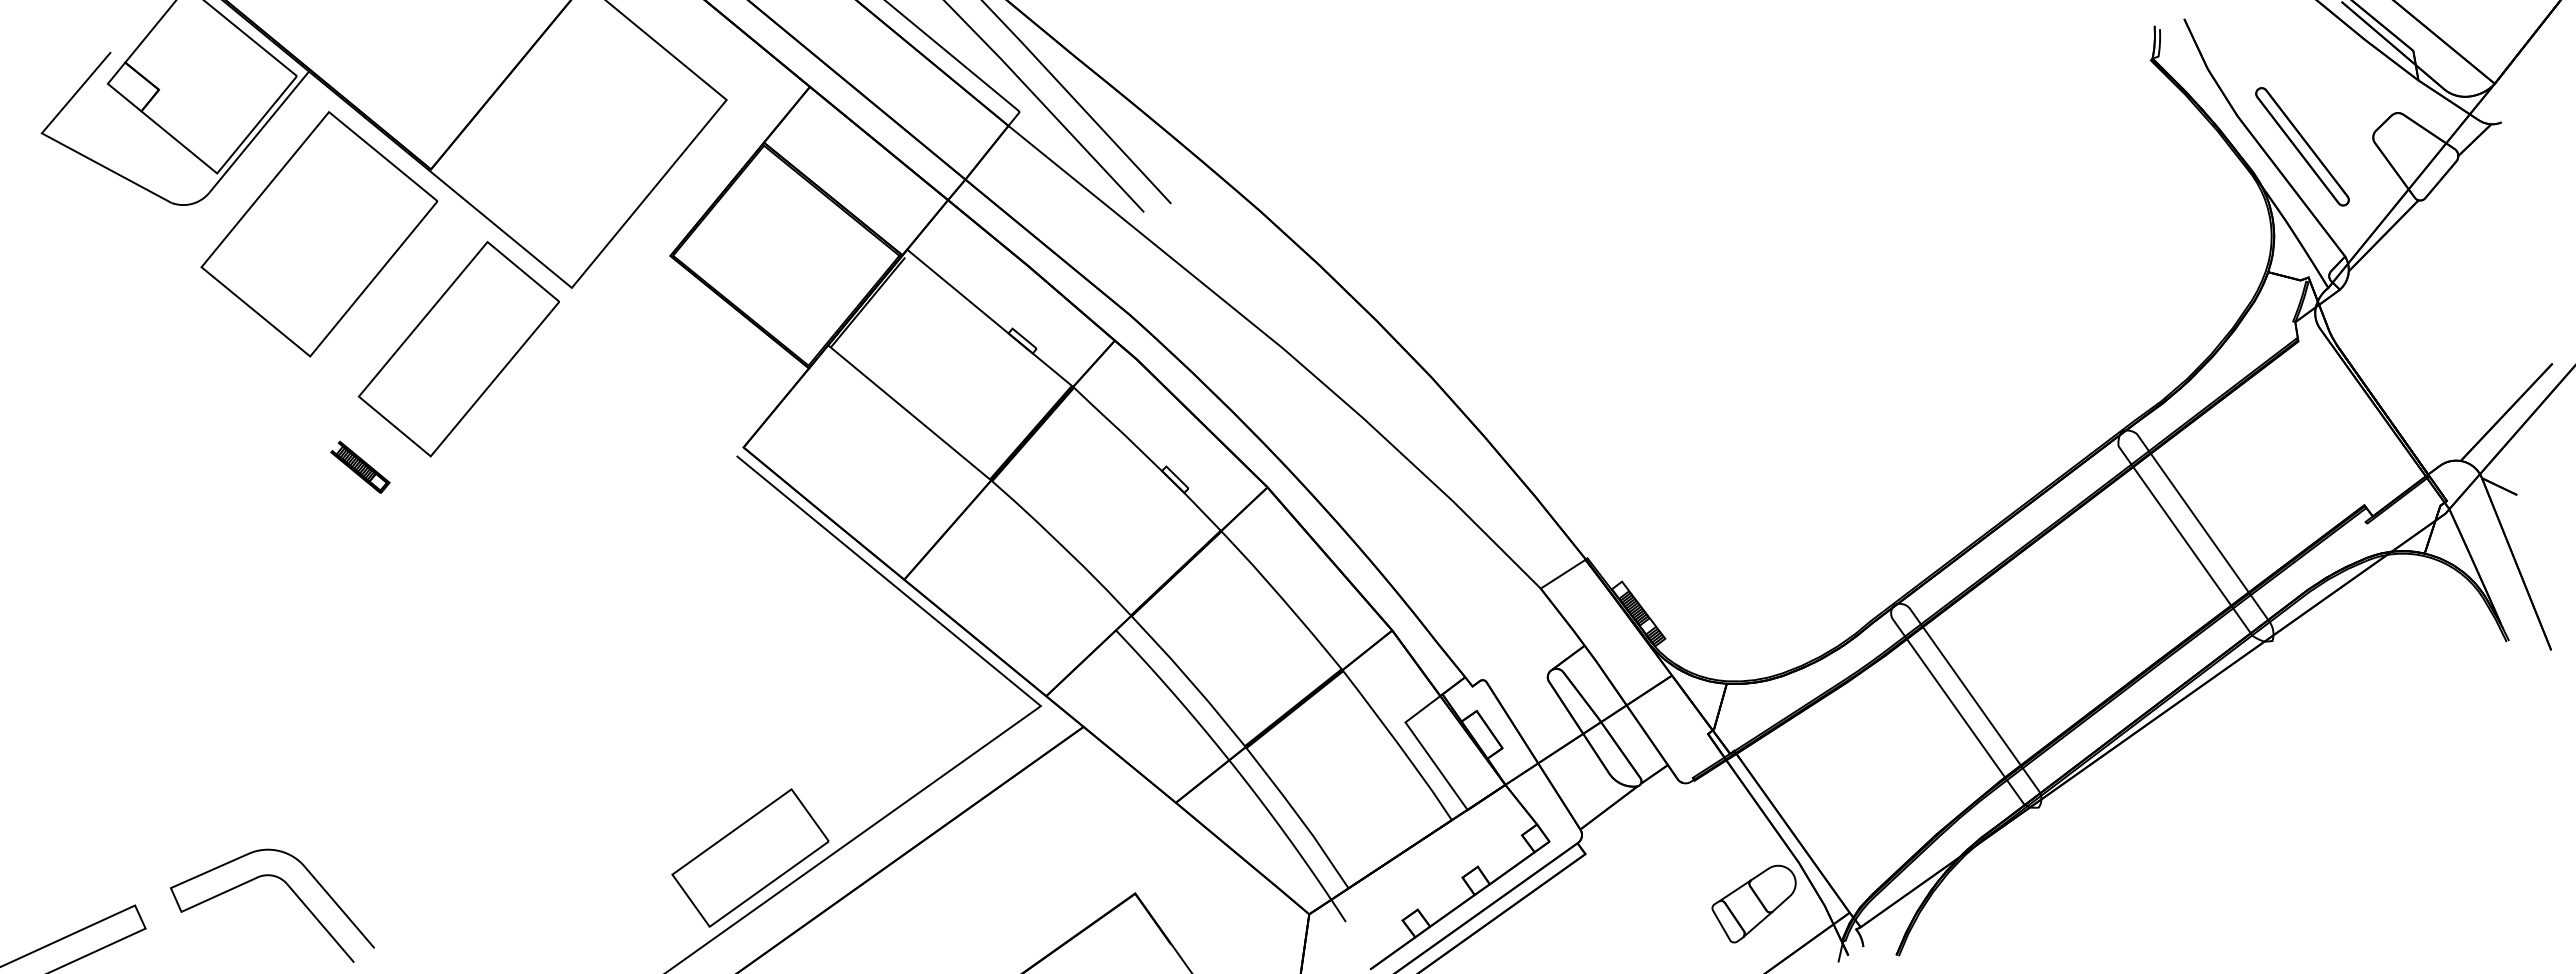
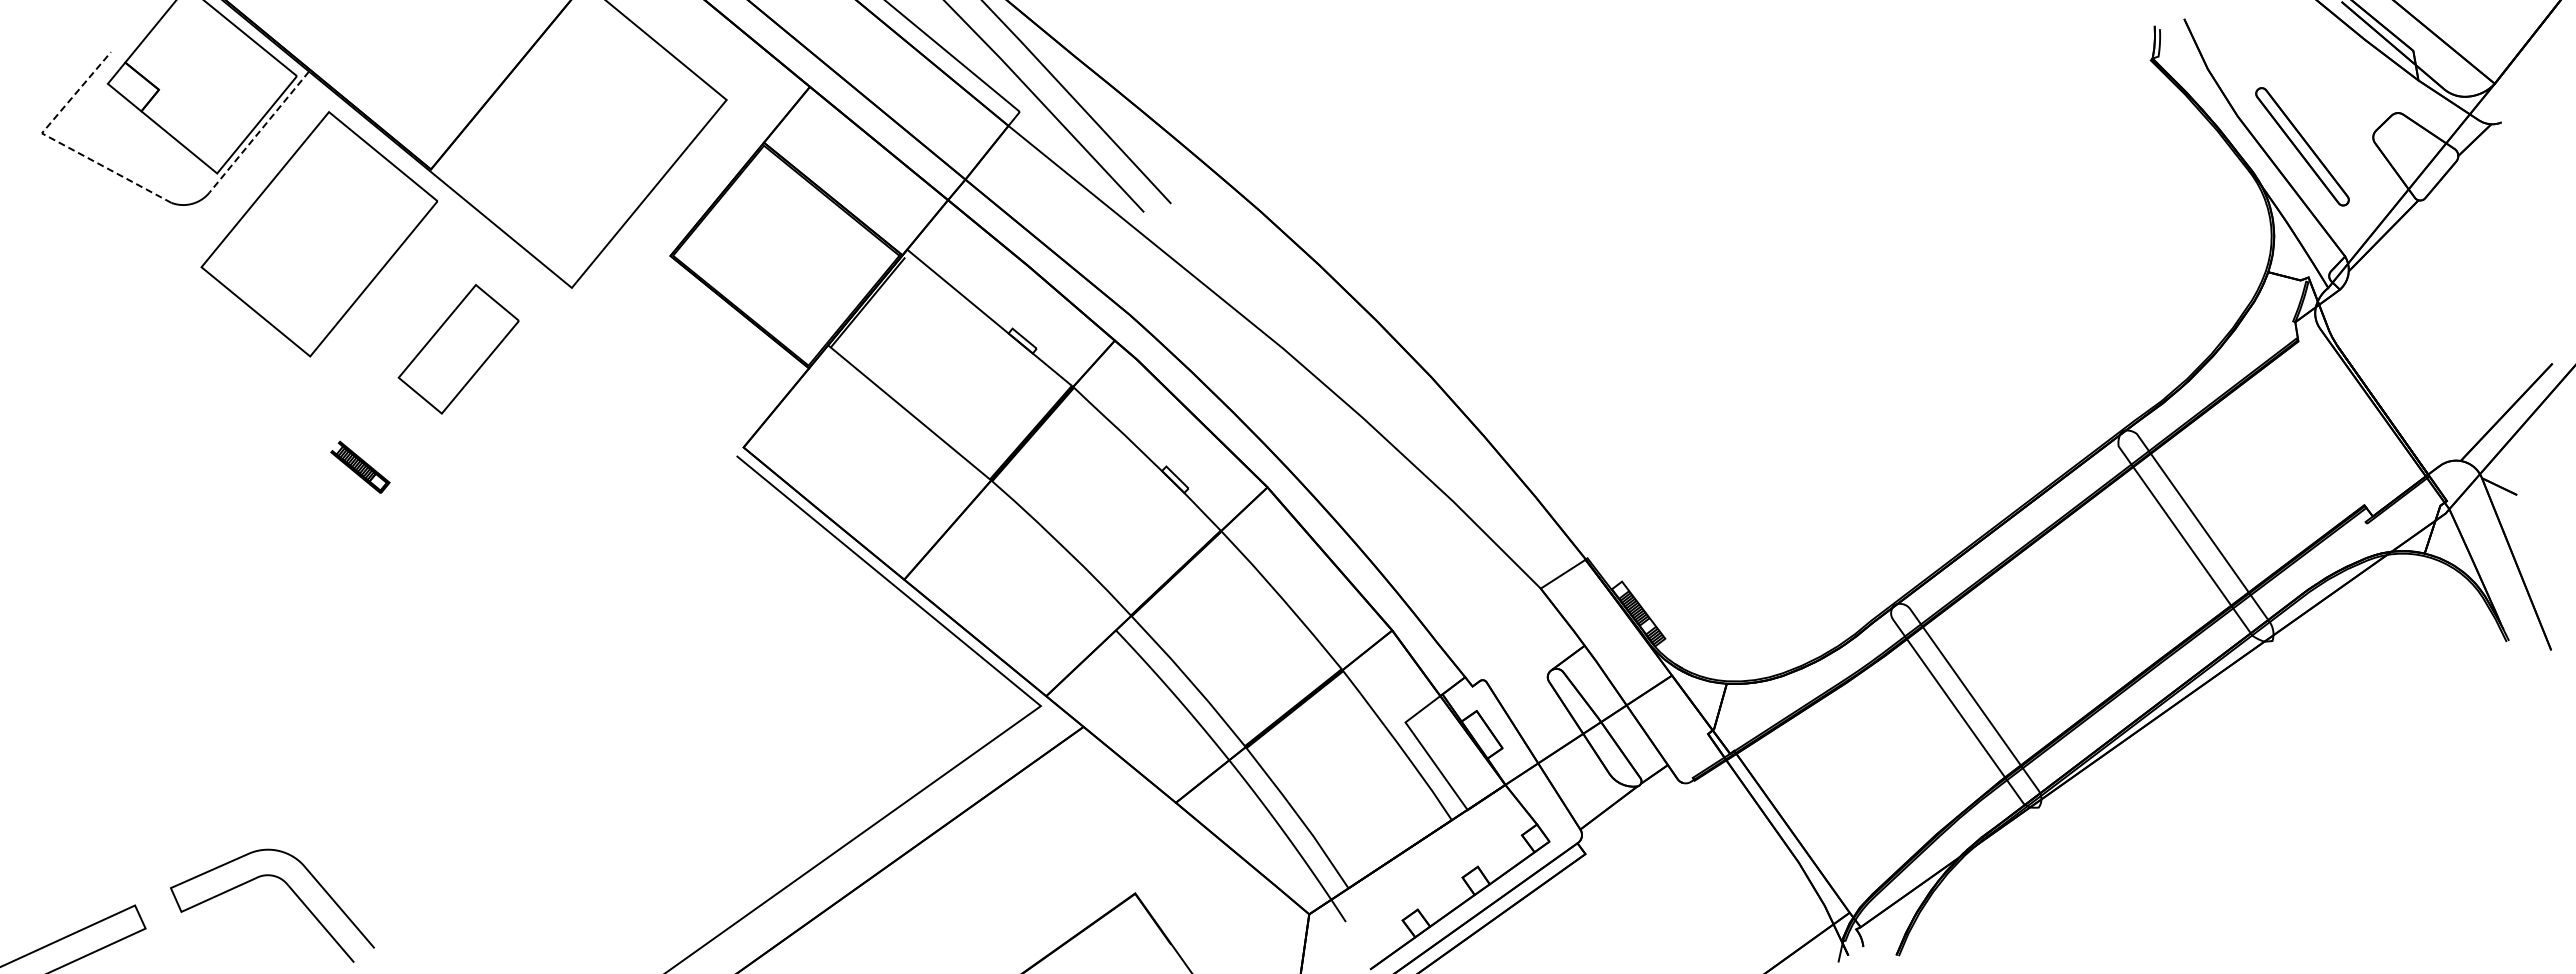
line at (258, 132): solid -> dashed
line at (59, 142): solid -> dashed
part at (458, 349) size: 203x217 px -> 123x131 px
part at (750, 857): present -> none
part at (1753, 903): present -> none
